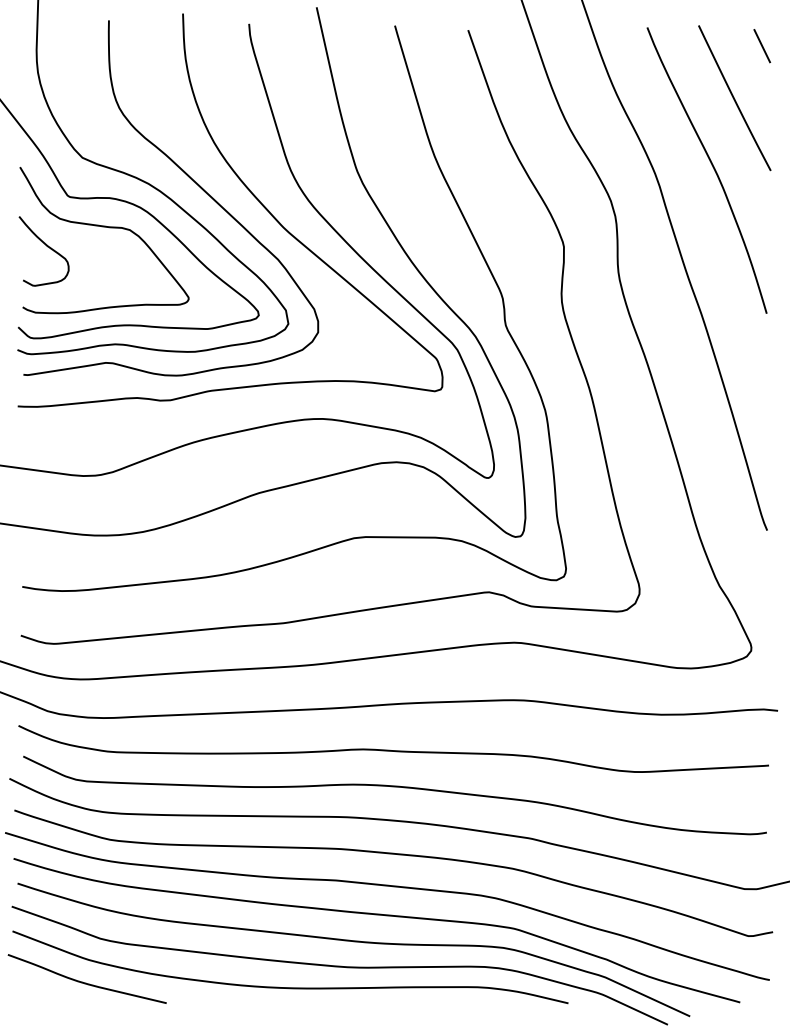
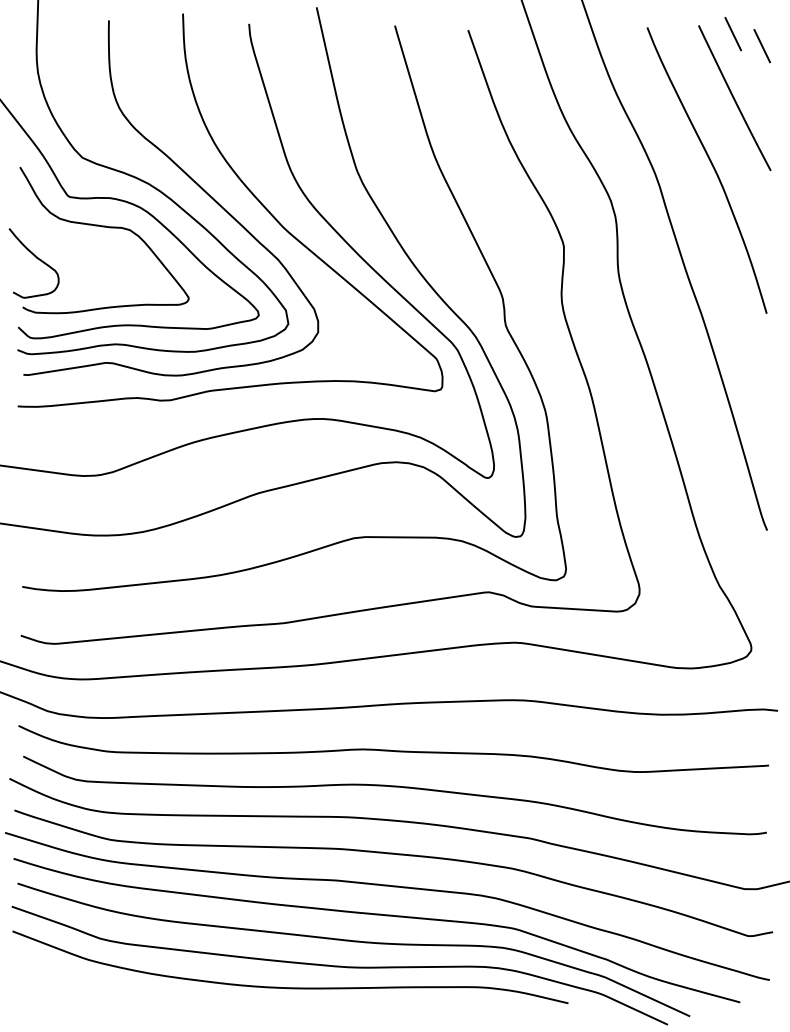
line at (733, 34): none -> present
curve at (47, 247) position: (47, 247) -> (37, 259)
curve at (86, 982): present -> none
